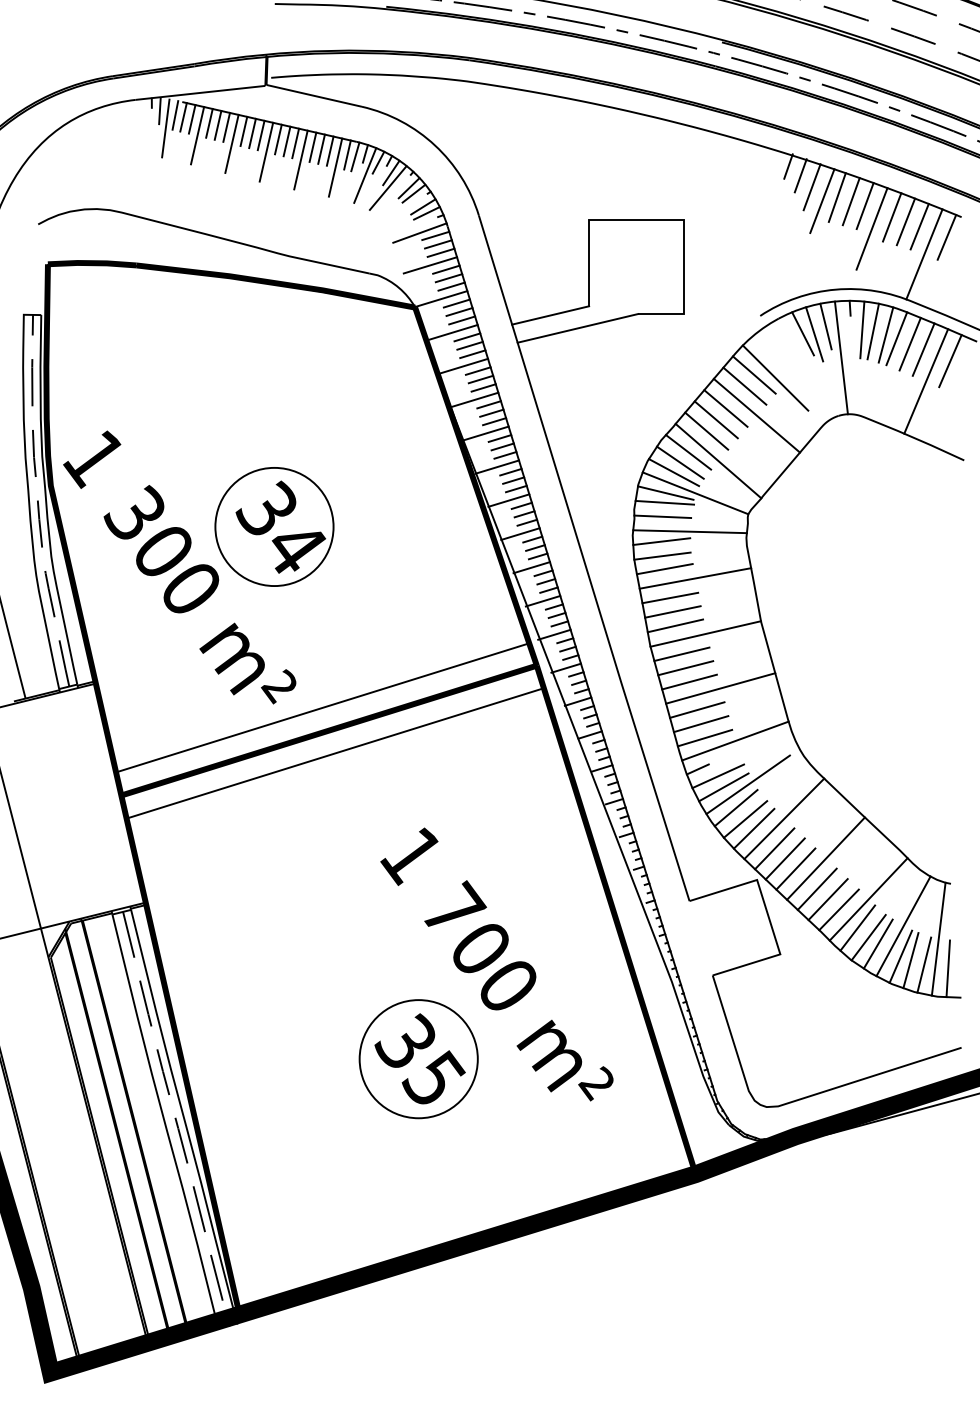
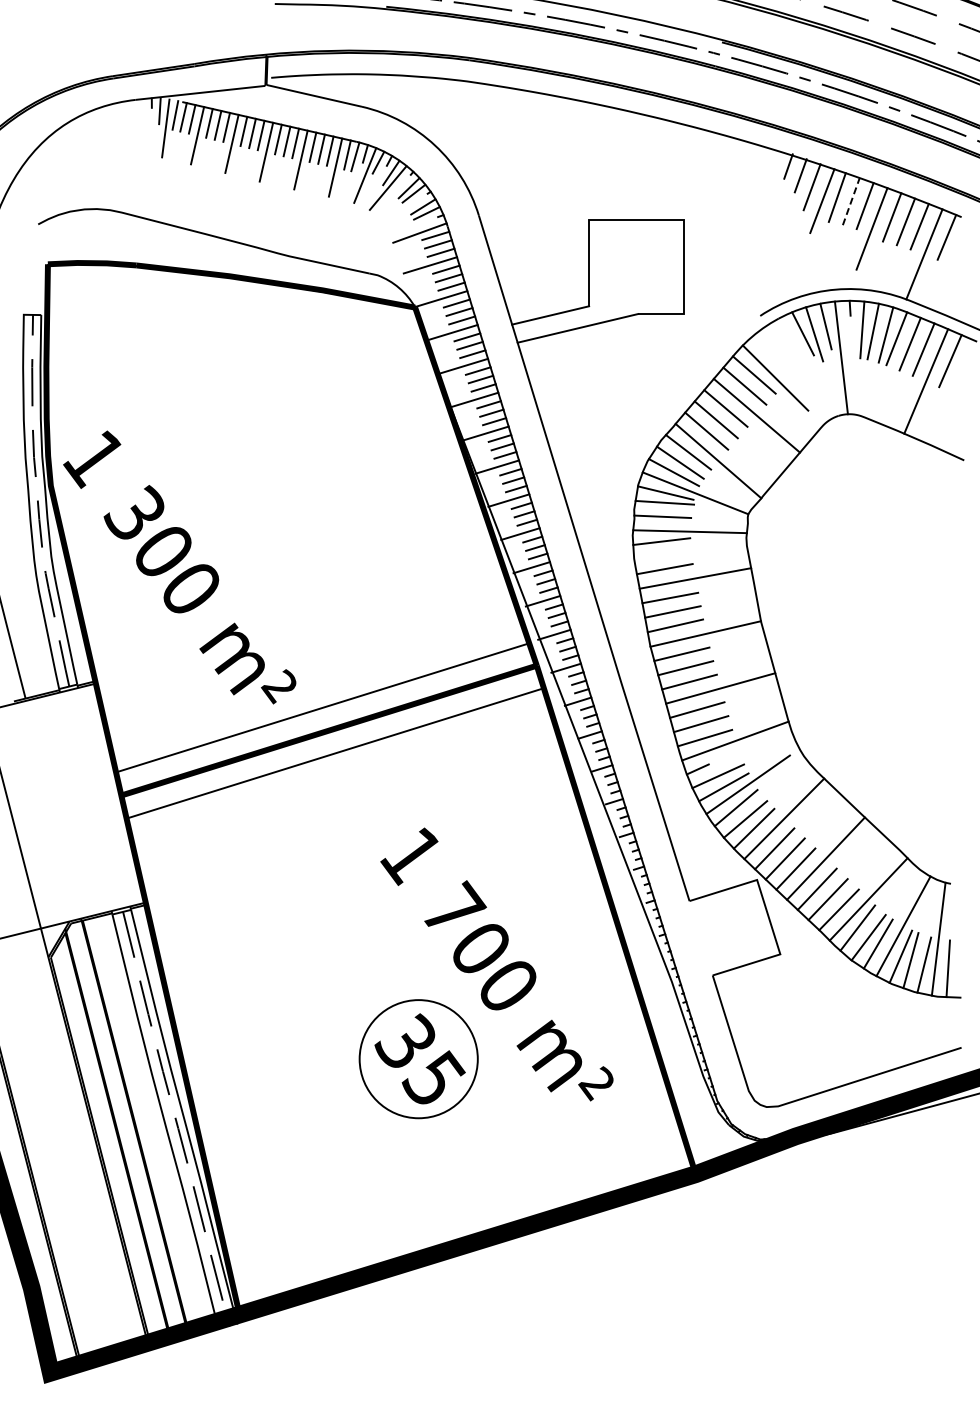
line at (851, 201): solid -> dashed
part at (274, 526): present -> none
line at (662, 555): present -> none
